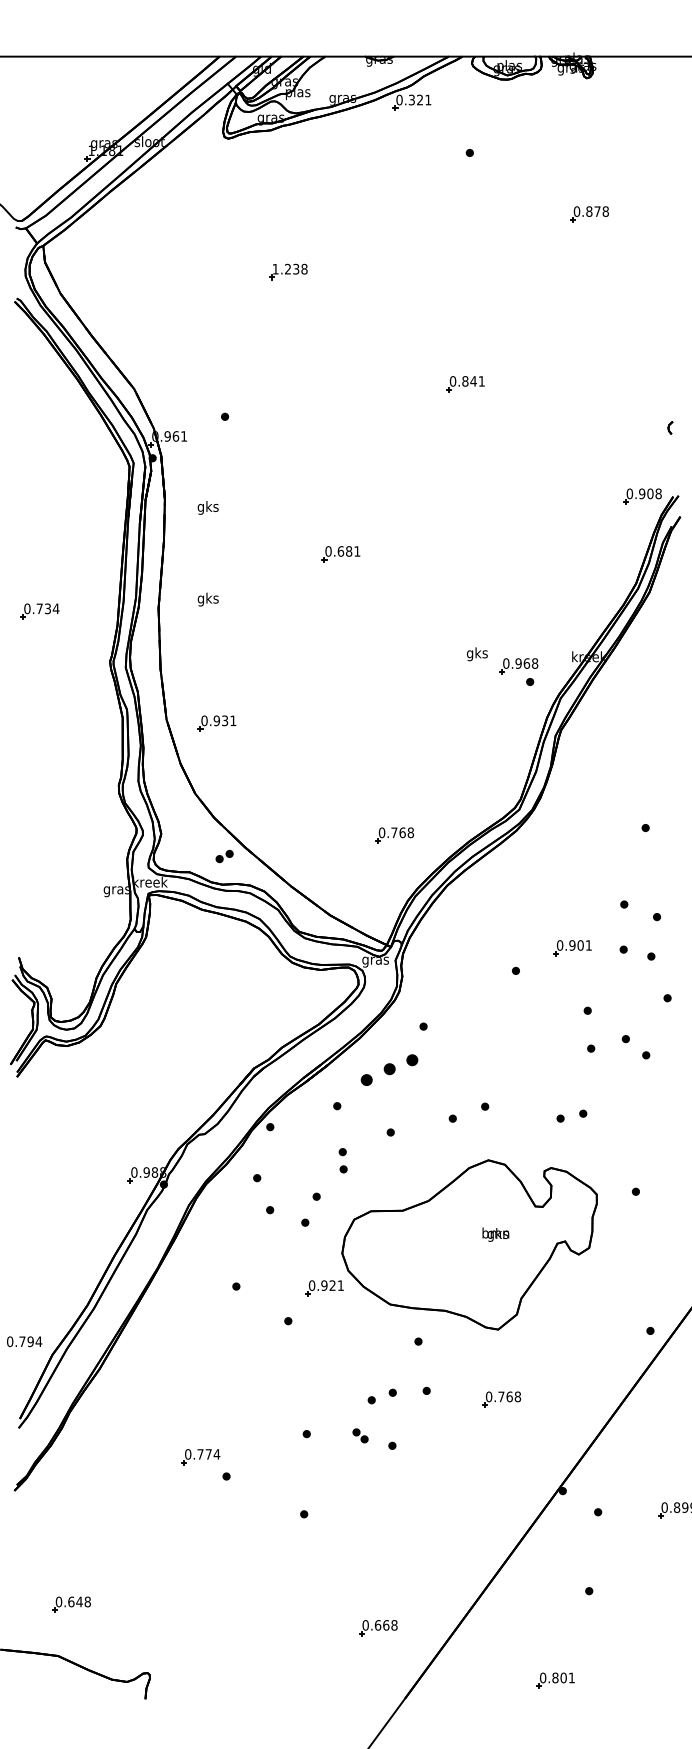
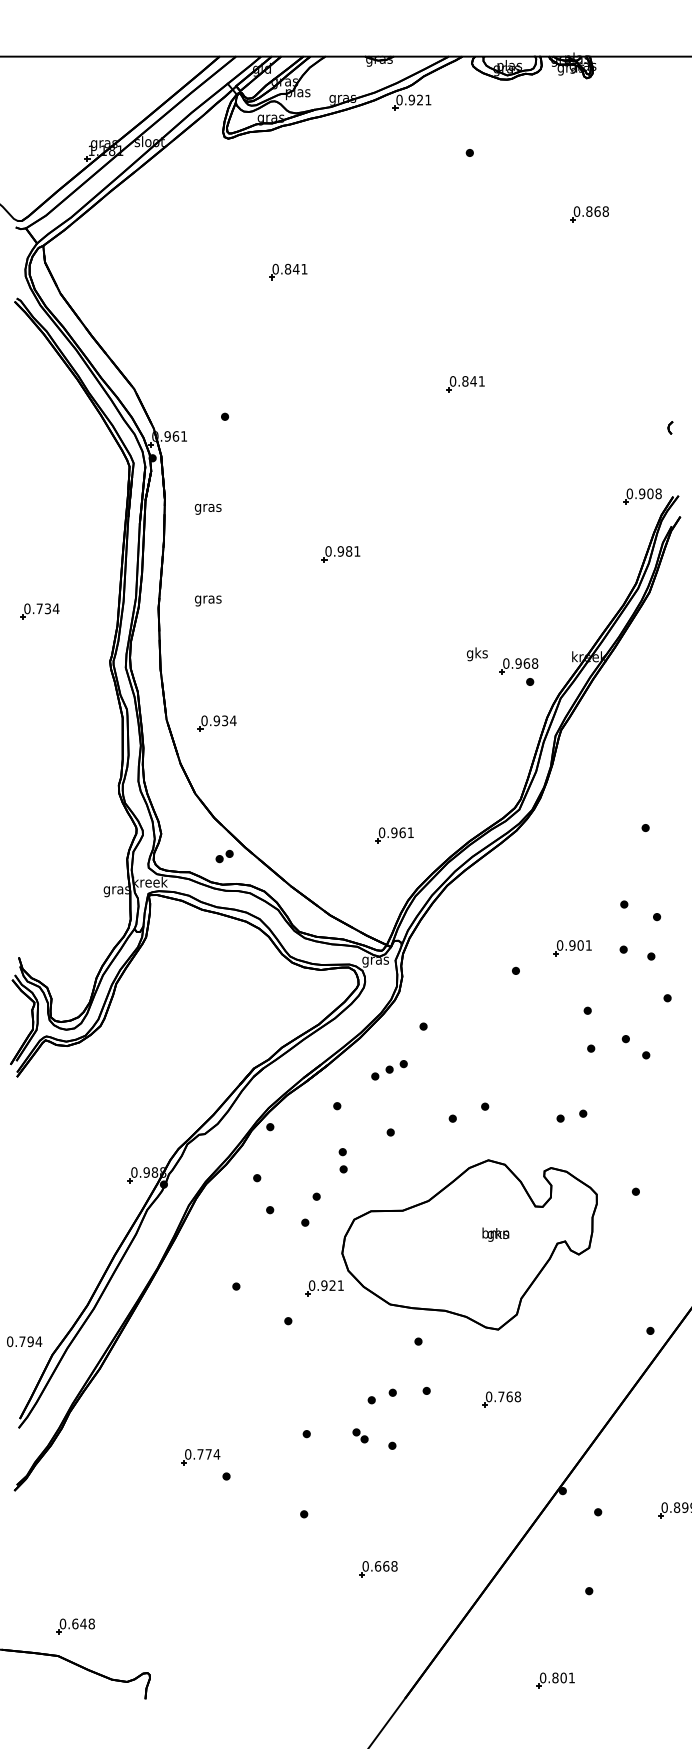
text at (411, 99): 0.321 -> 0.921
text at (597, 211): 0.878 -> 0.868
text at (289, 268): 1.238 -> 0.841
text at (207, 507): gks -> gras
text at (340, 551): 0.681 -> 0.981
text at (207, 599): gks -> gras
text at (233, 720): 0.931 -> 0.934
text at (402, 832): 0.768 -> 0.961
part at (389, 1069) size: 59x32 px -> 37x21 px
part at (71, 1604) position: (71, 1604) -> (75, 1626)
part at (378, 1628) position: (378, 1628) -> (378, 1569)
